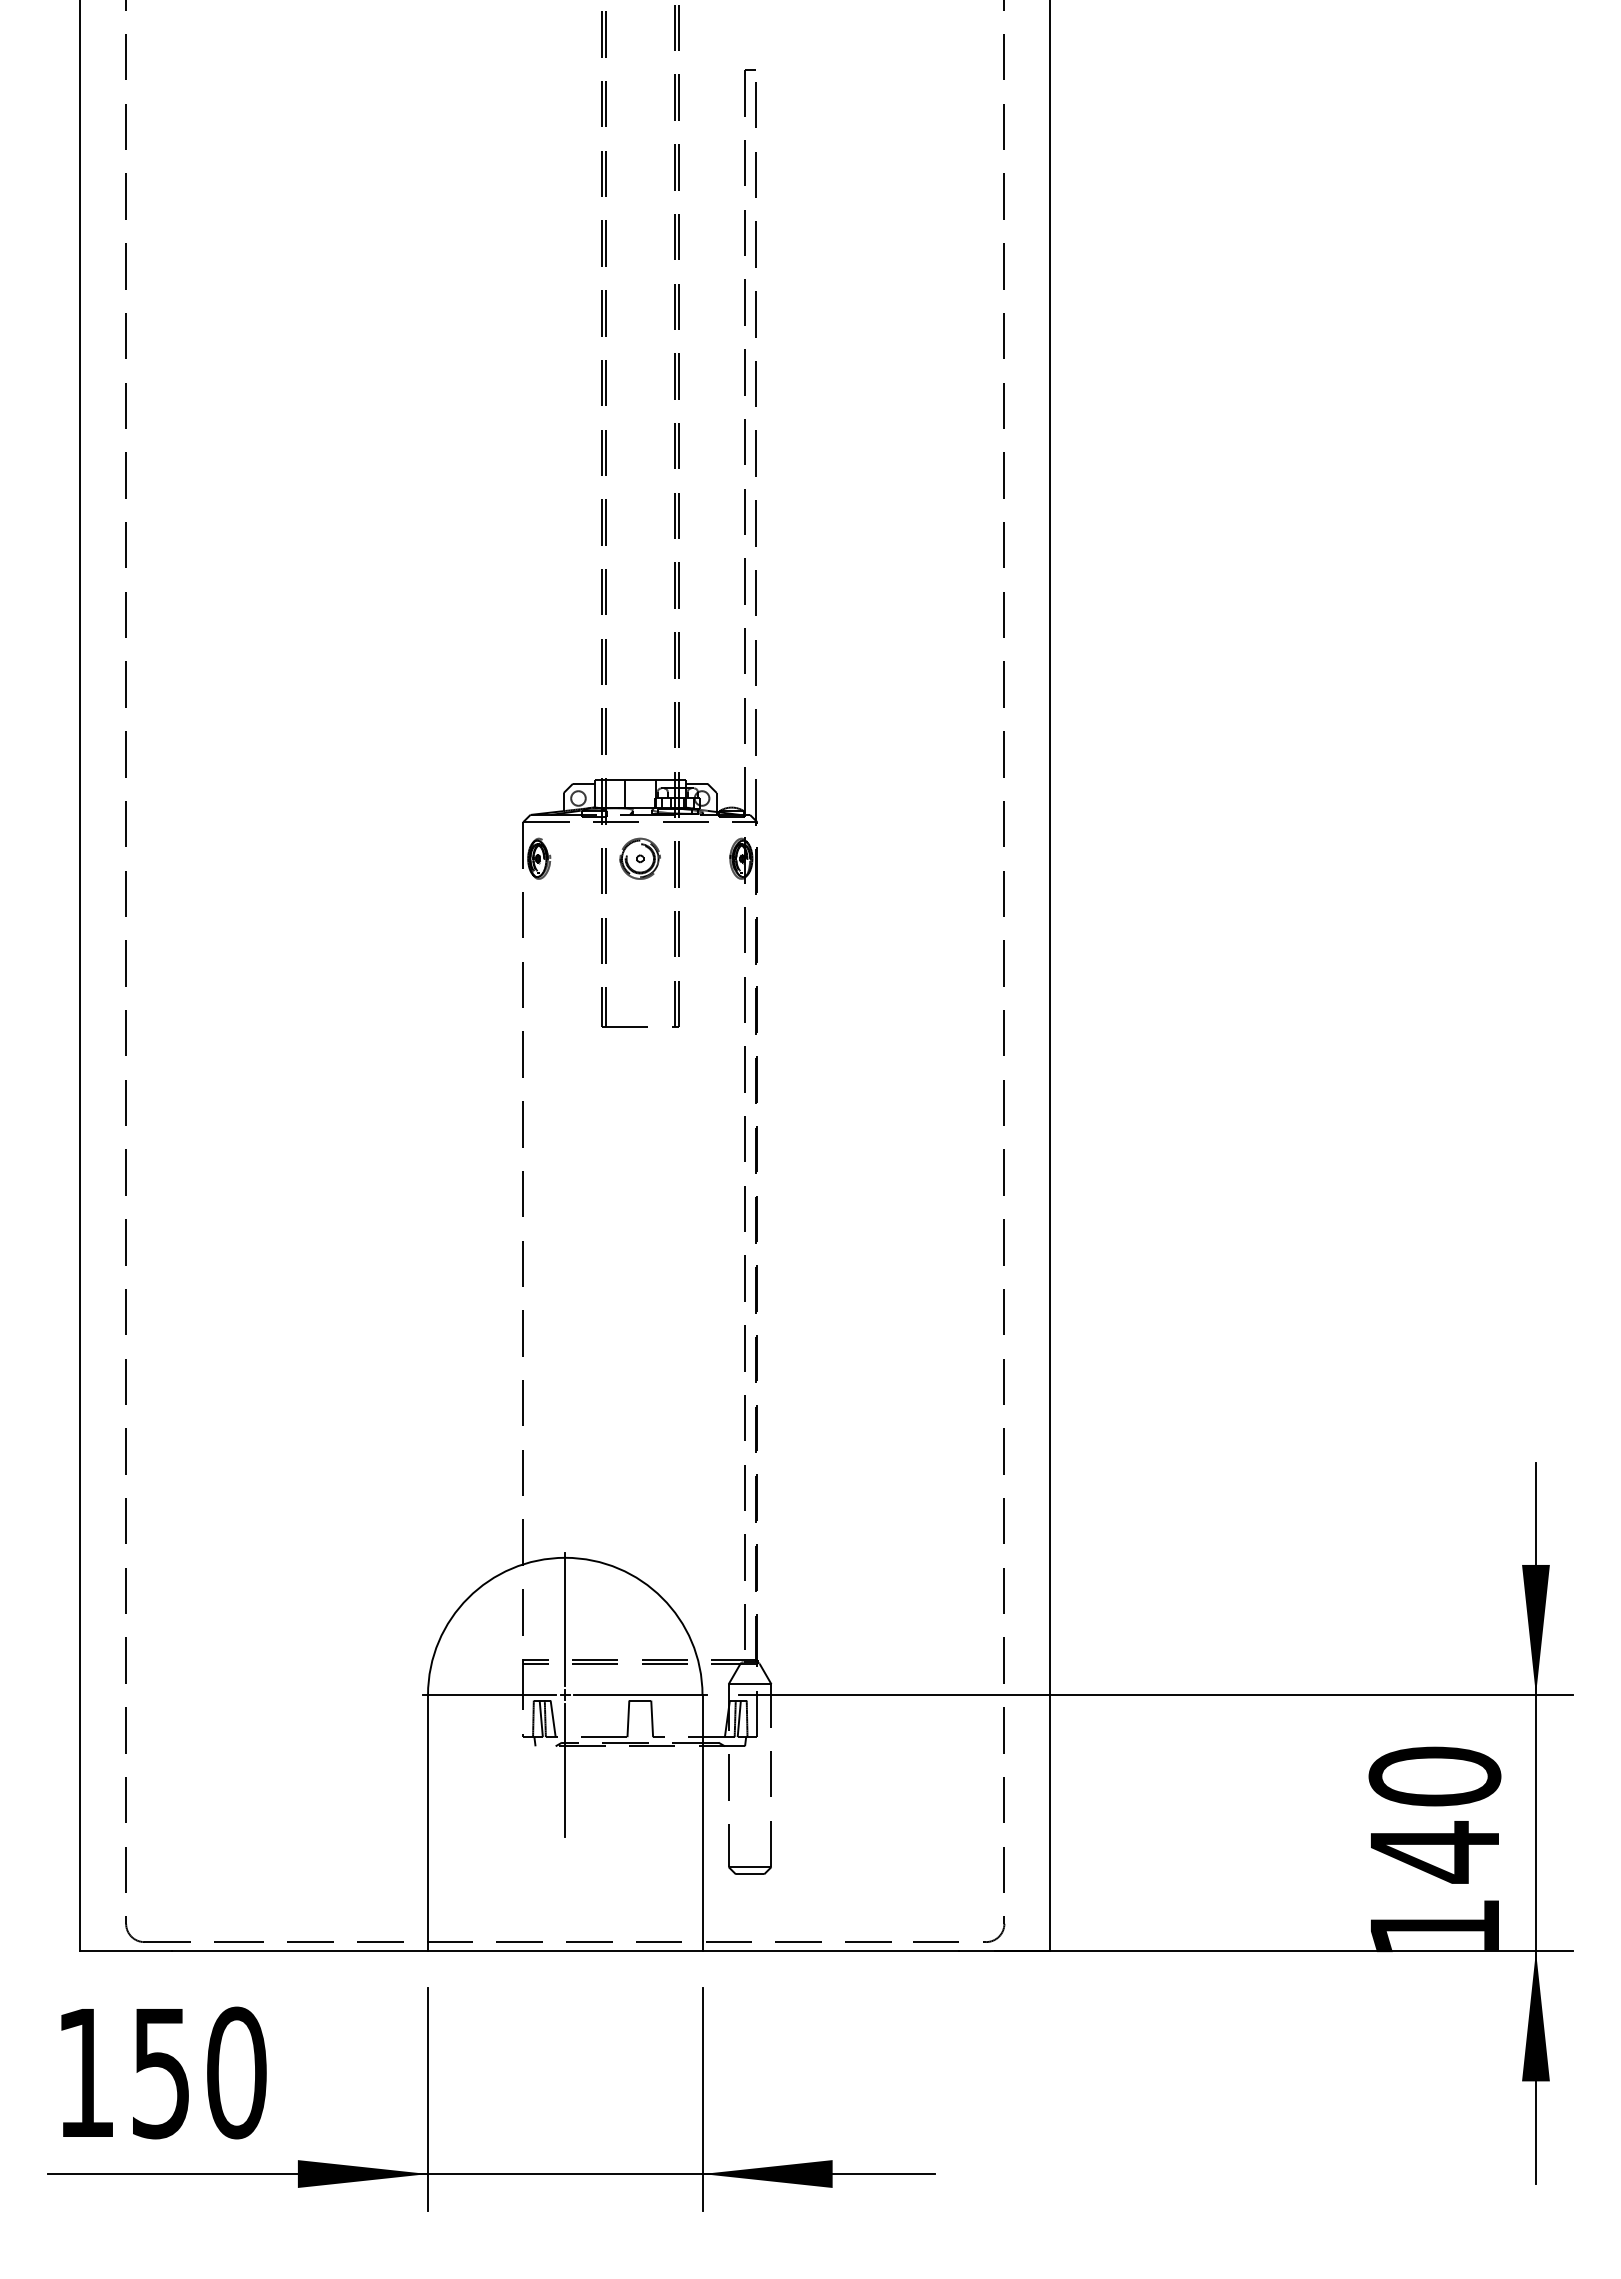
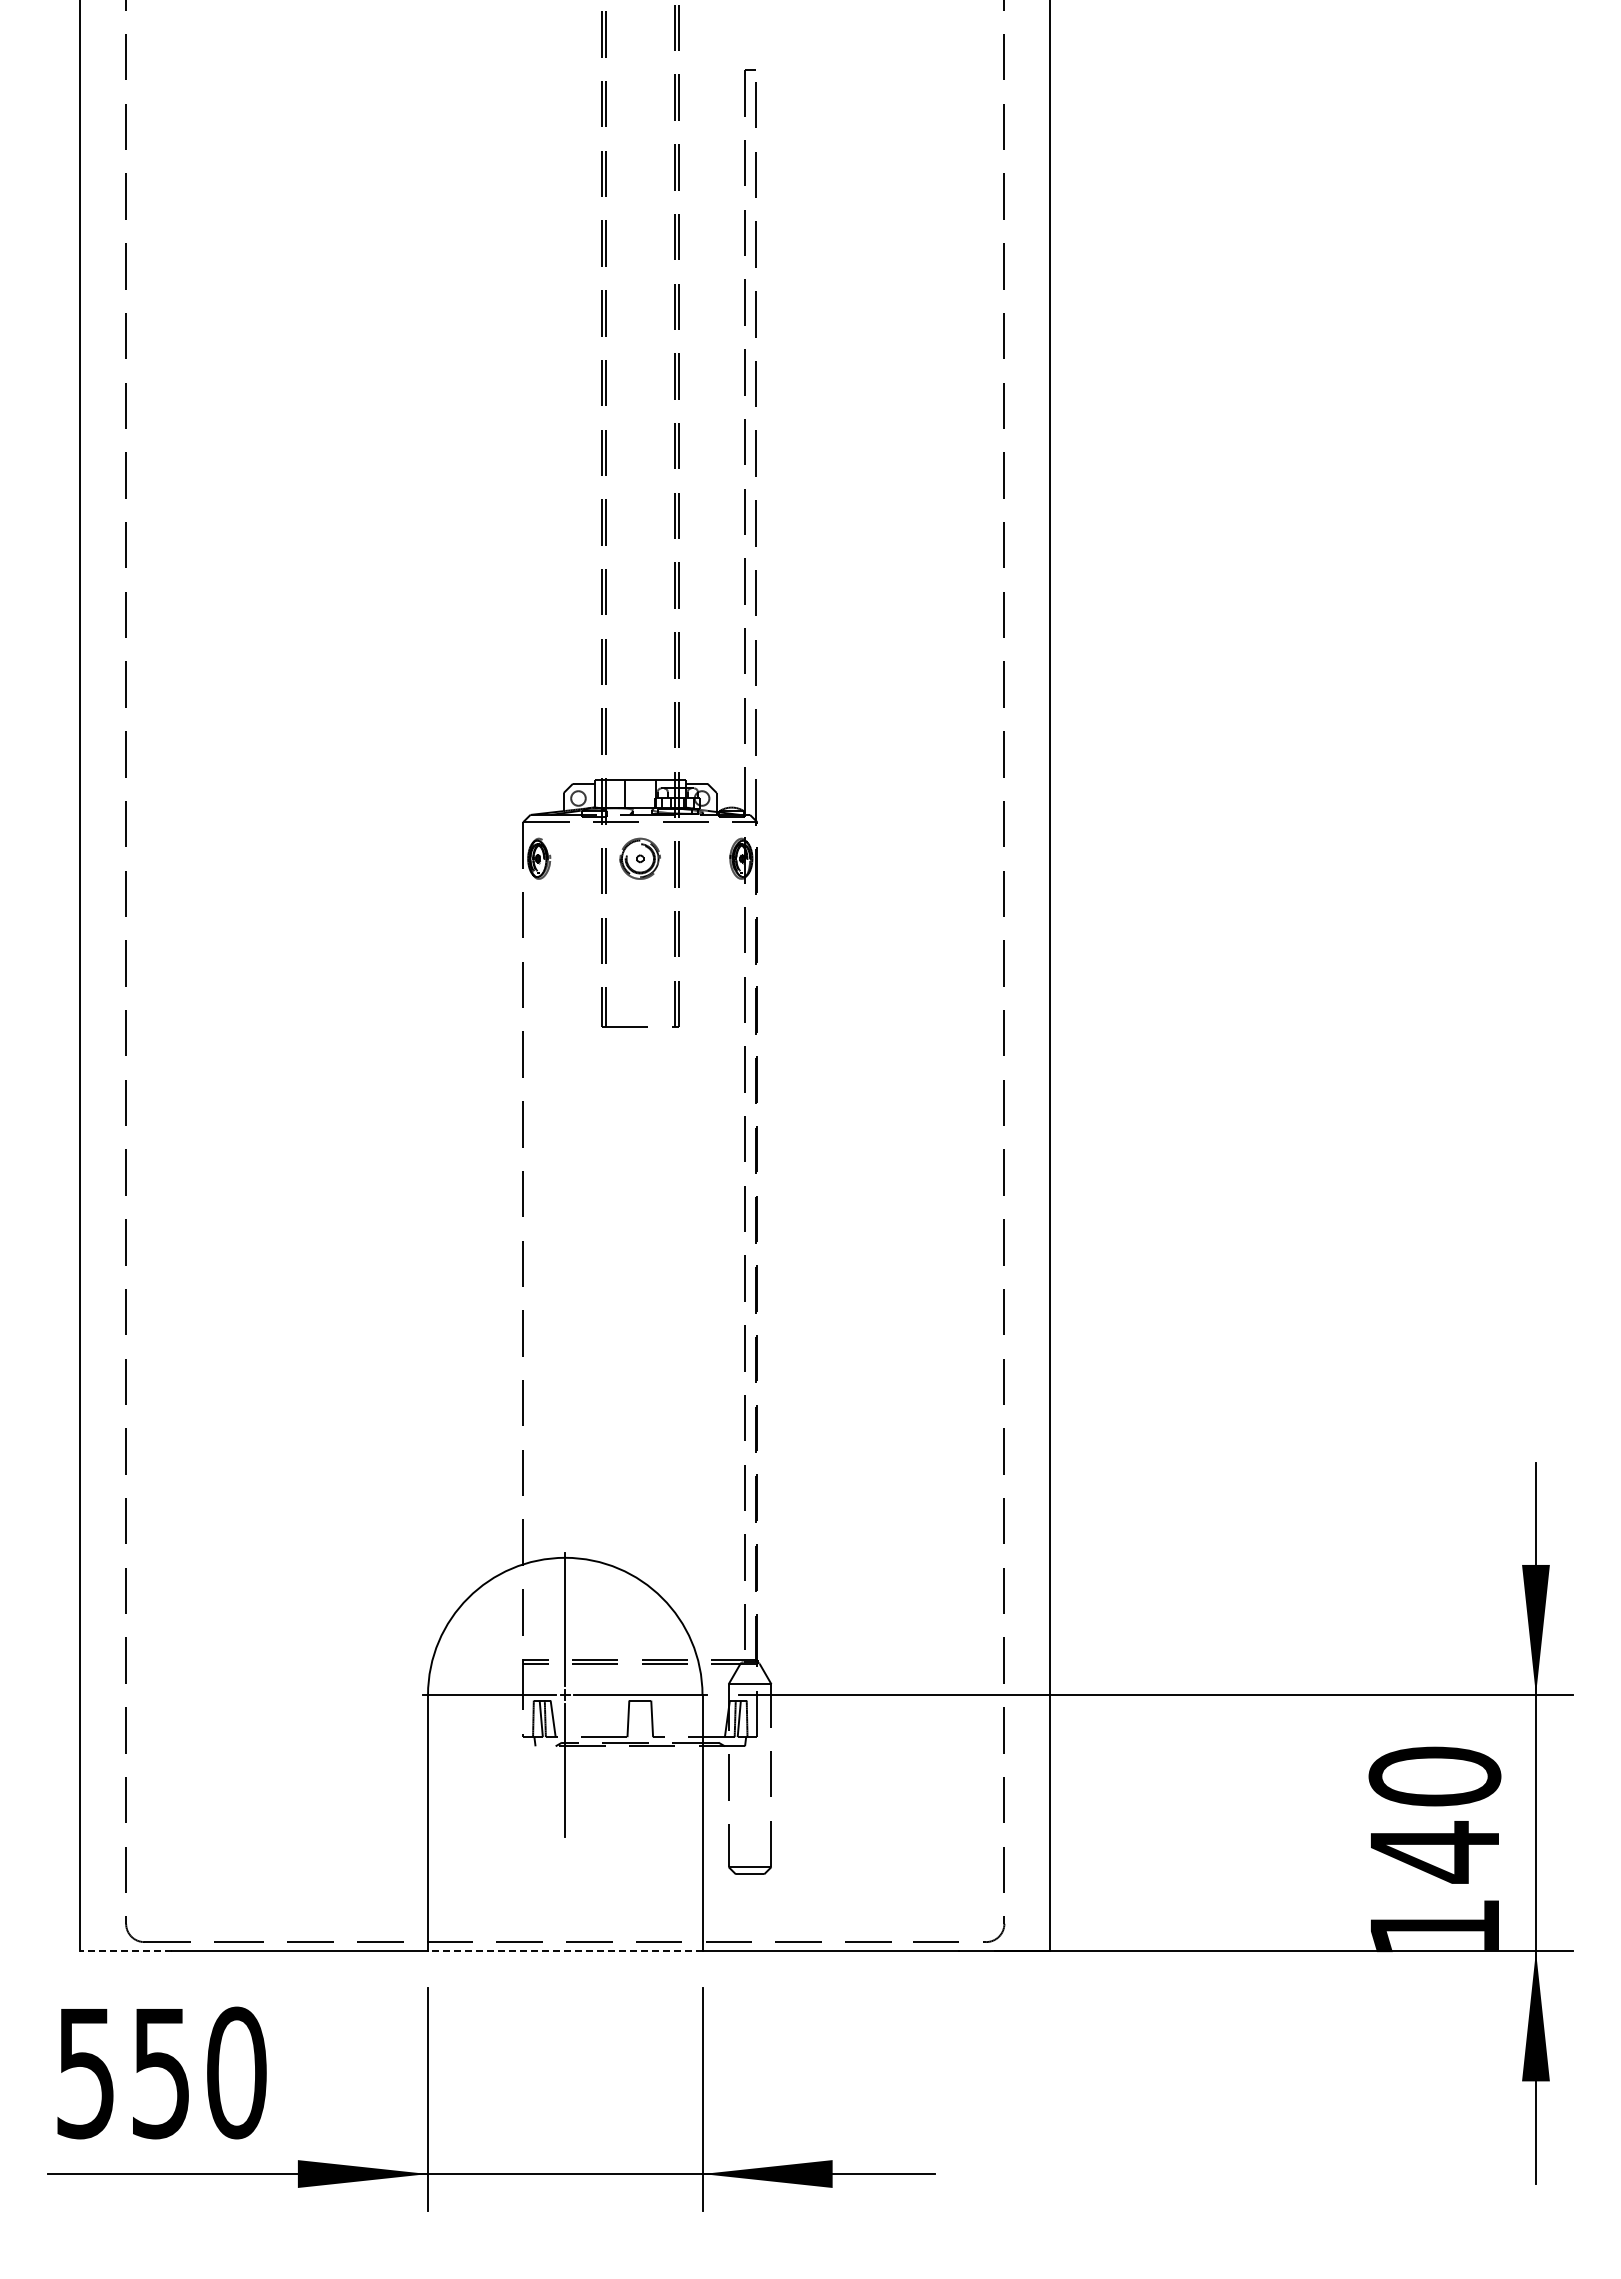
line at (126, 1951): solid -> dashed
line at (564, 1951): solid -> dashed
text at (85, 2074): 150 -> 550
